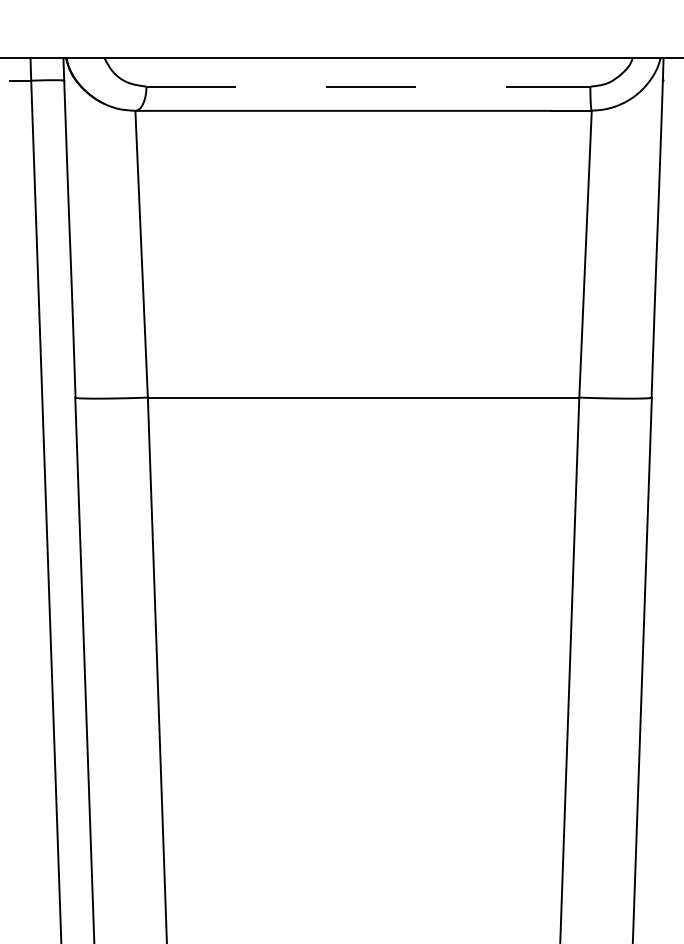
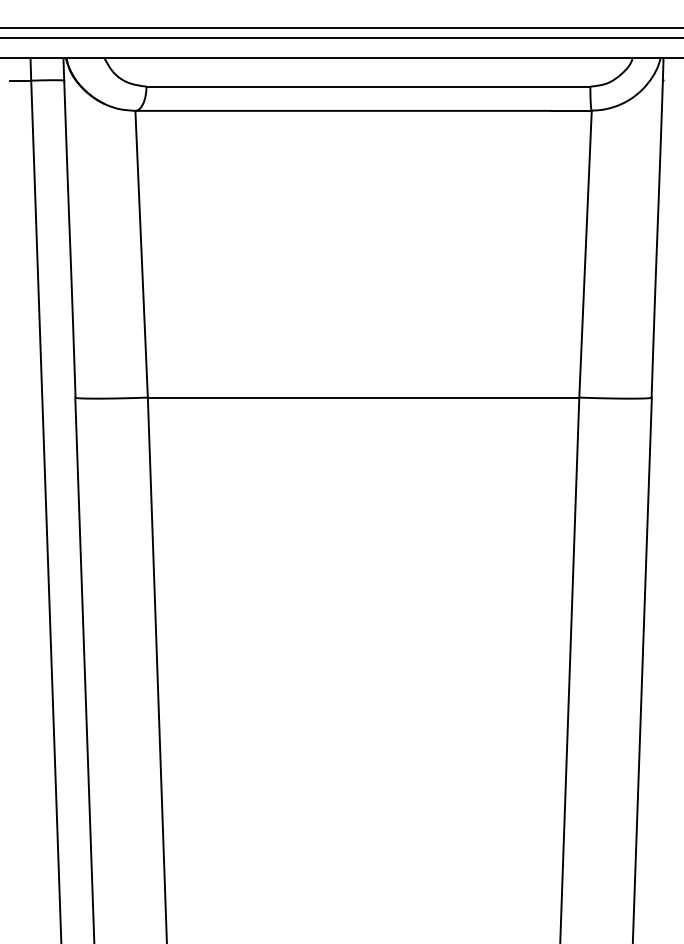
line at (341, 28): none -> present
line at (341, 38): none -> present
line at (368, 86): dashed -> solid
